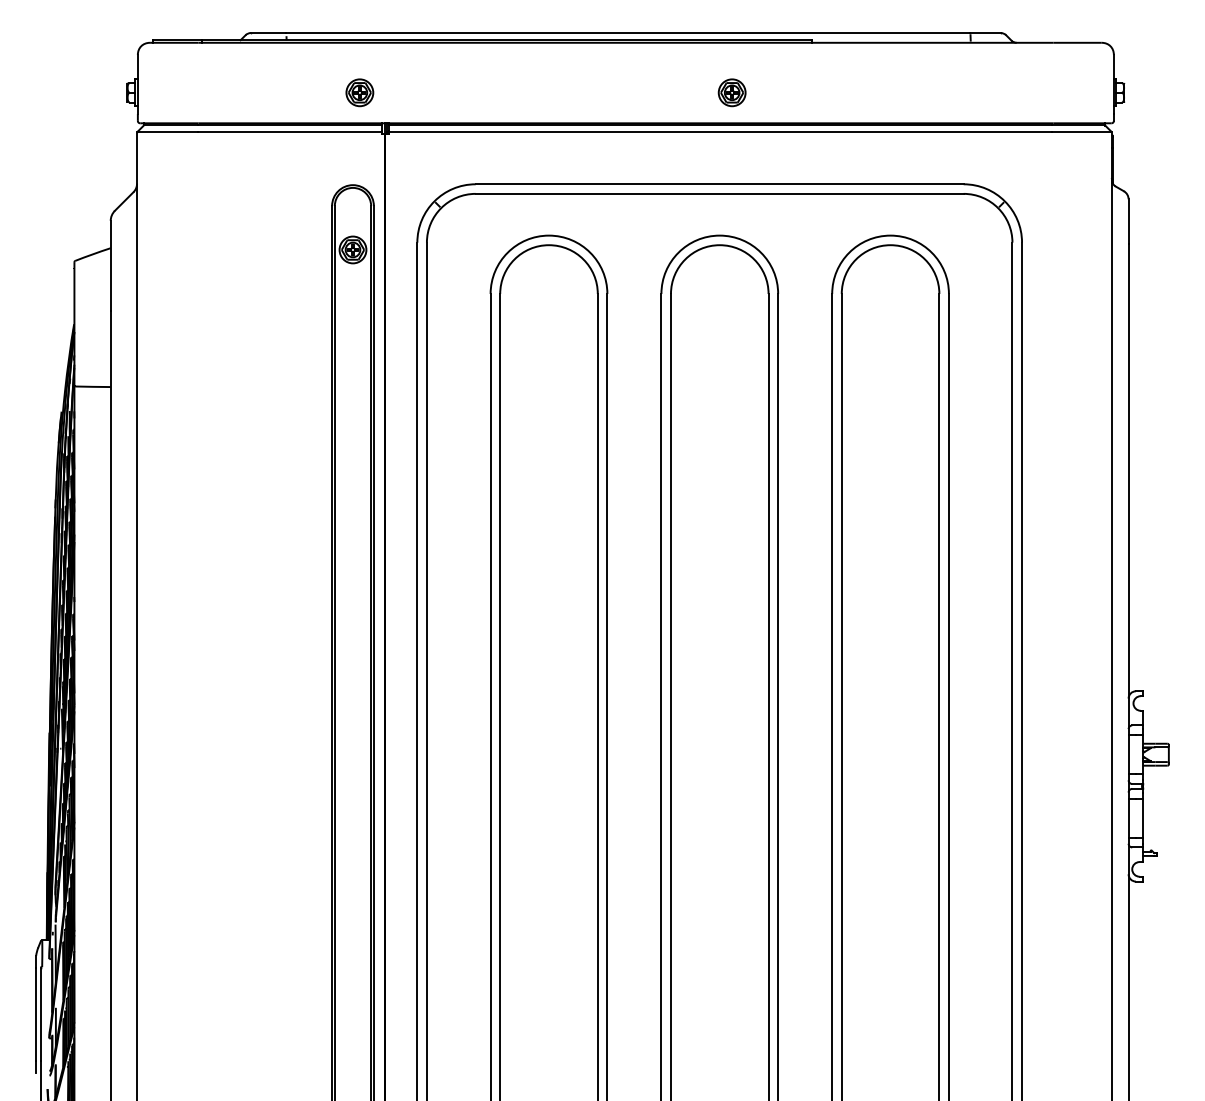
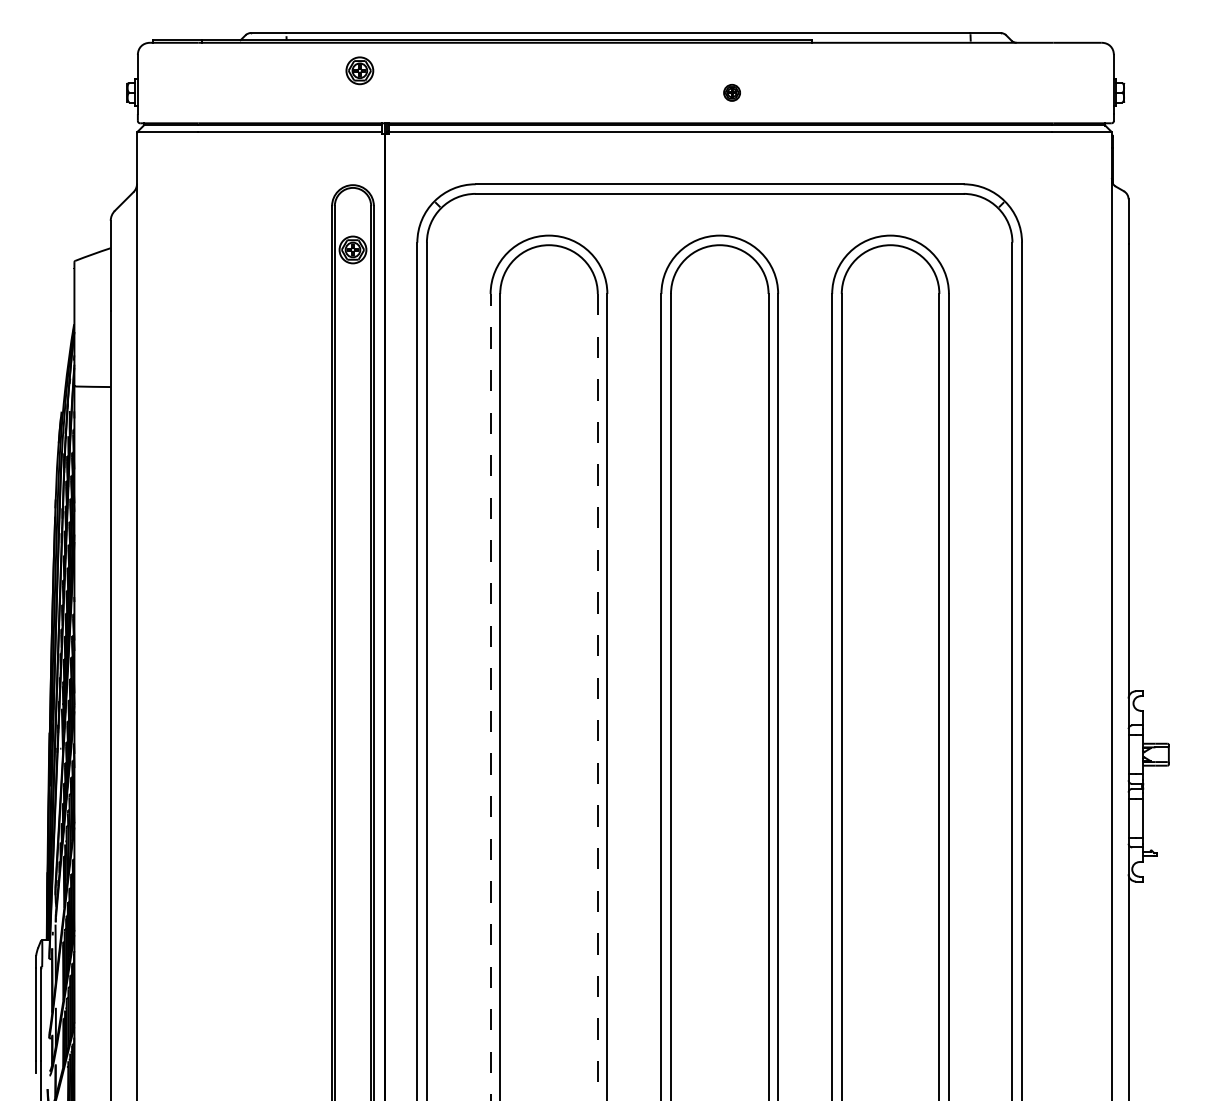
part at (359, 92) position: (359, 92) -> (359, 70)
part at (731, 92) size: 30x30 px -> 18x18 px
line at (490, 696): solid -> dashed
line at (597, 697): solid -> dashed
